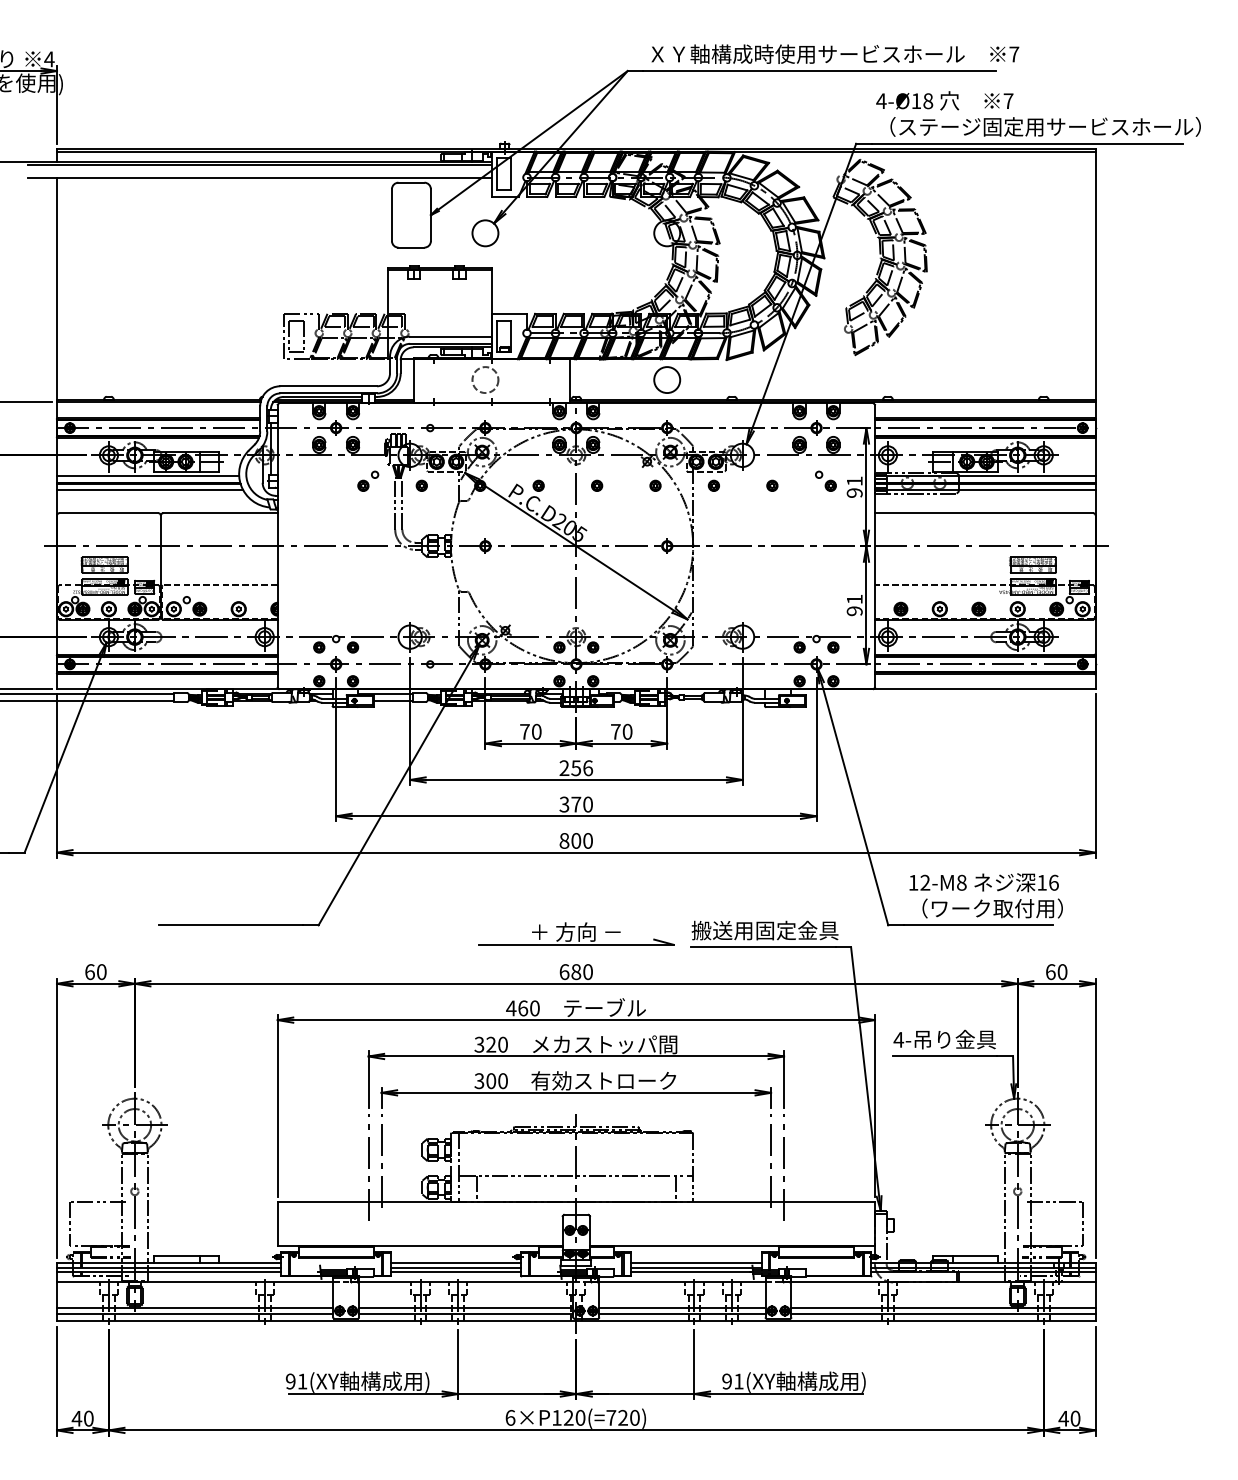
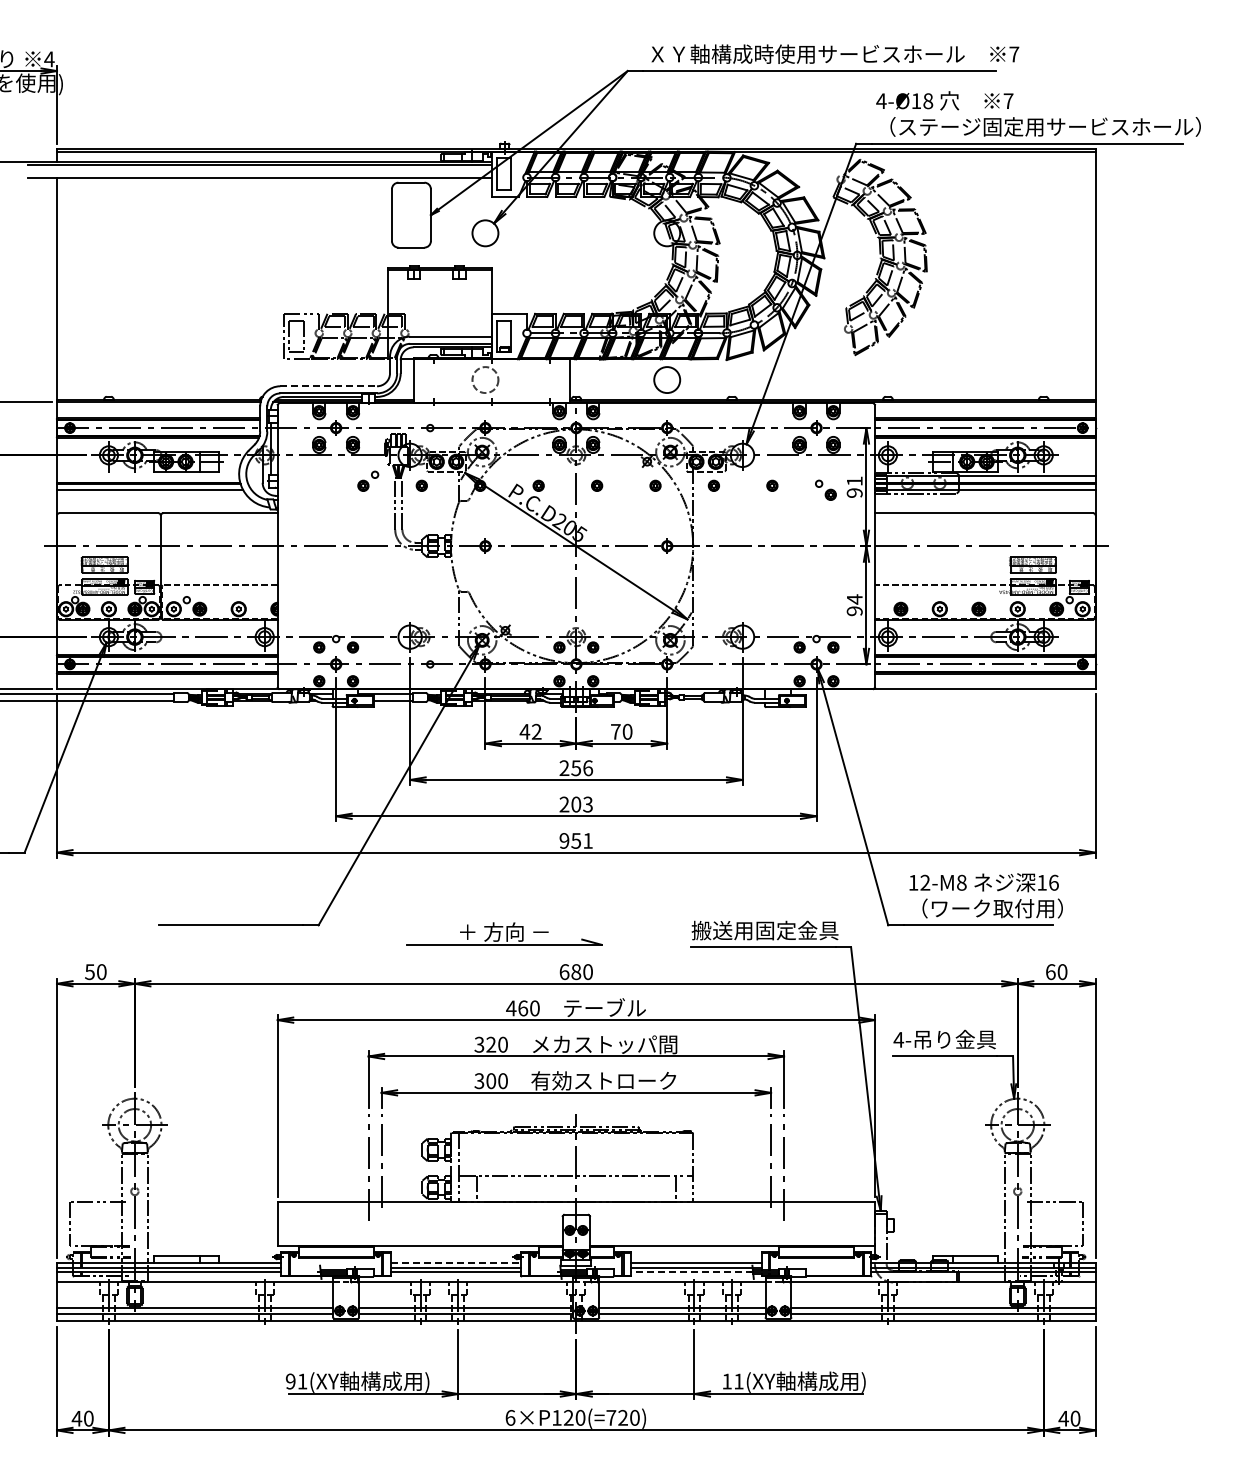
line at (329, 386): solid -> dashed
line at (148, 476): present -> none
part at (825, 480) position: (825, 480) -> (825, 489)
text at (854, 599): 91 -> 94
text at (530, 731): 70 -> 42
text at (575, 804): 370 -> 203
text at (575, 840): 800 -> 951
part at (576, 933) position: (576, 933) -> (504, 933)
text at (89, 971): 60 -> 50
line at (456, 1262): solid -> dashed
line at (692, 1272): solid -> dashed
text at (726, 1381): 91(XY -> 11(XY
